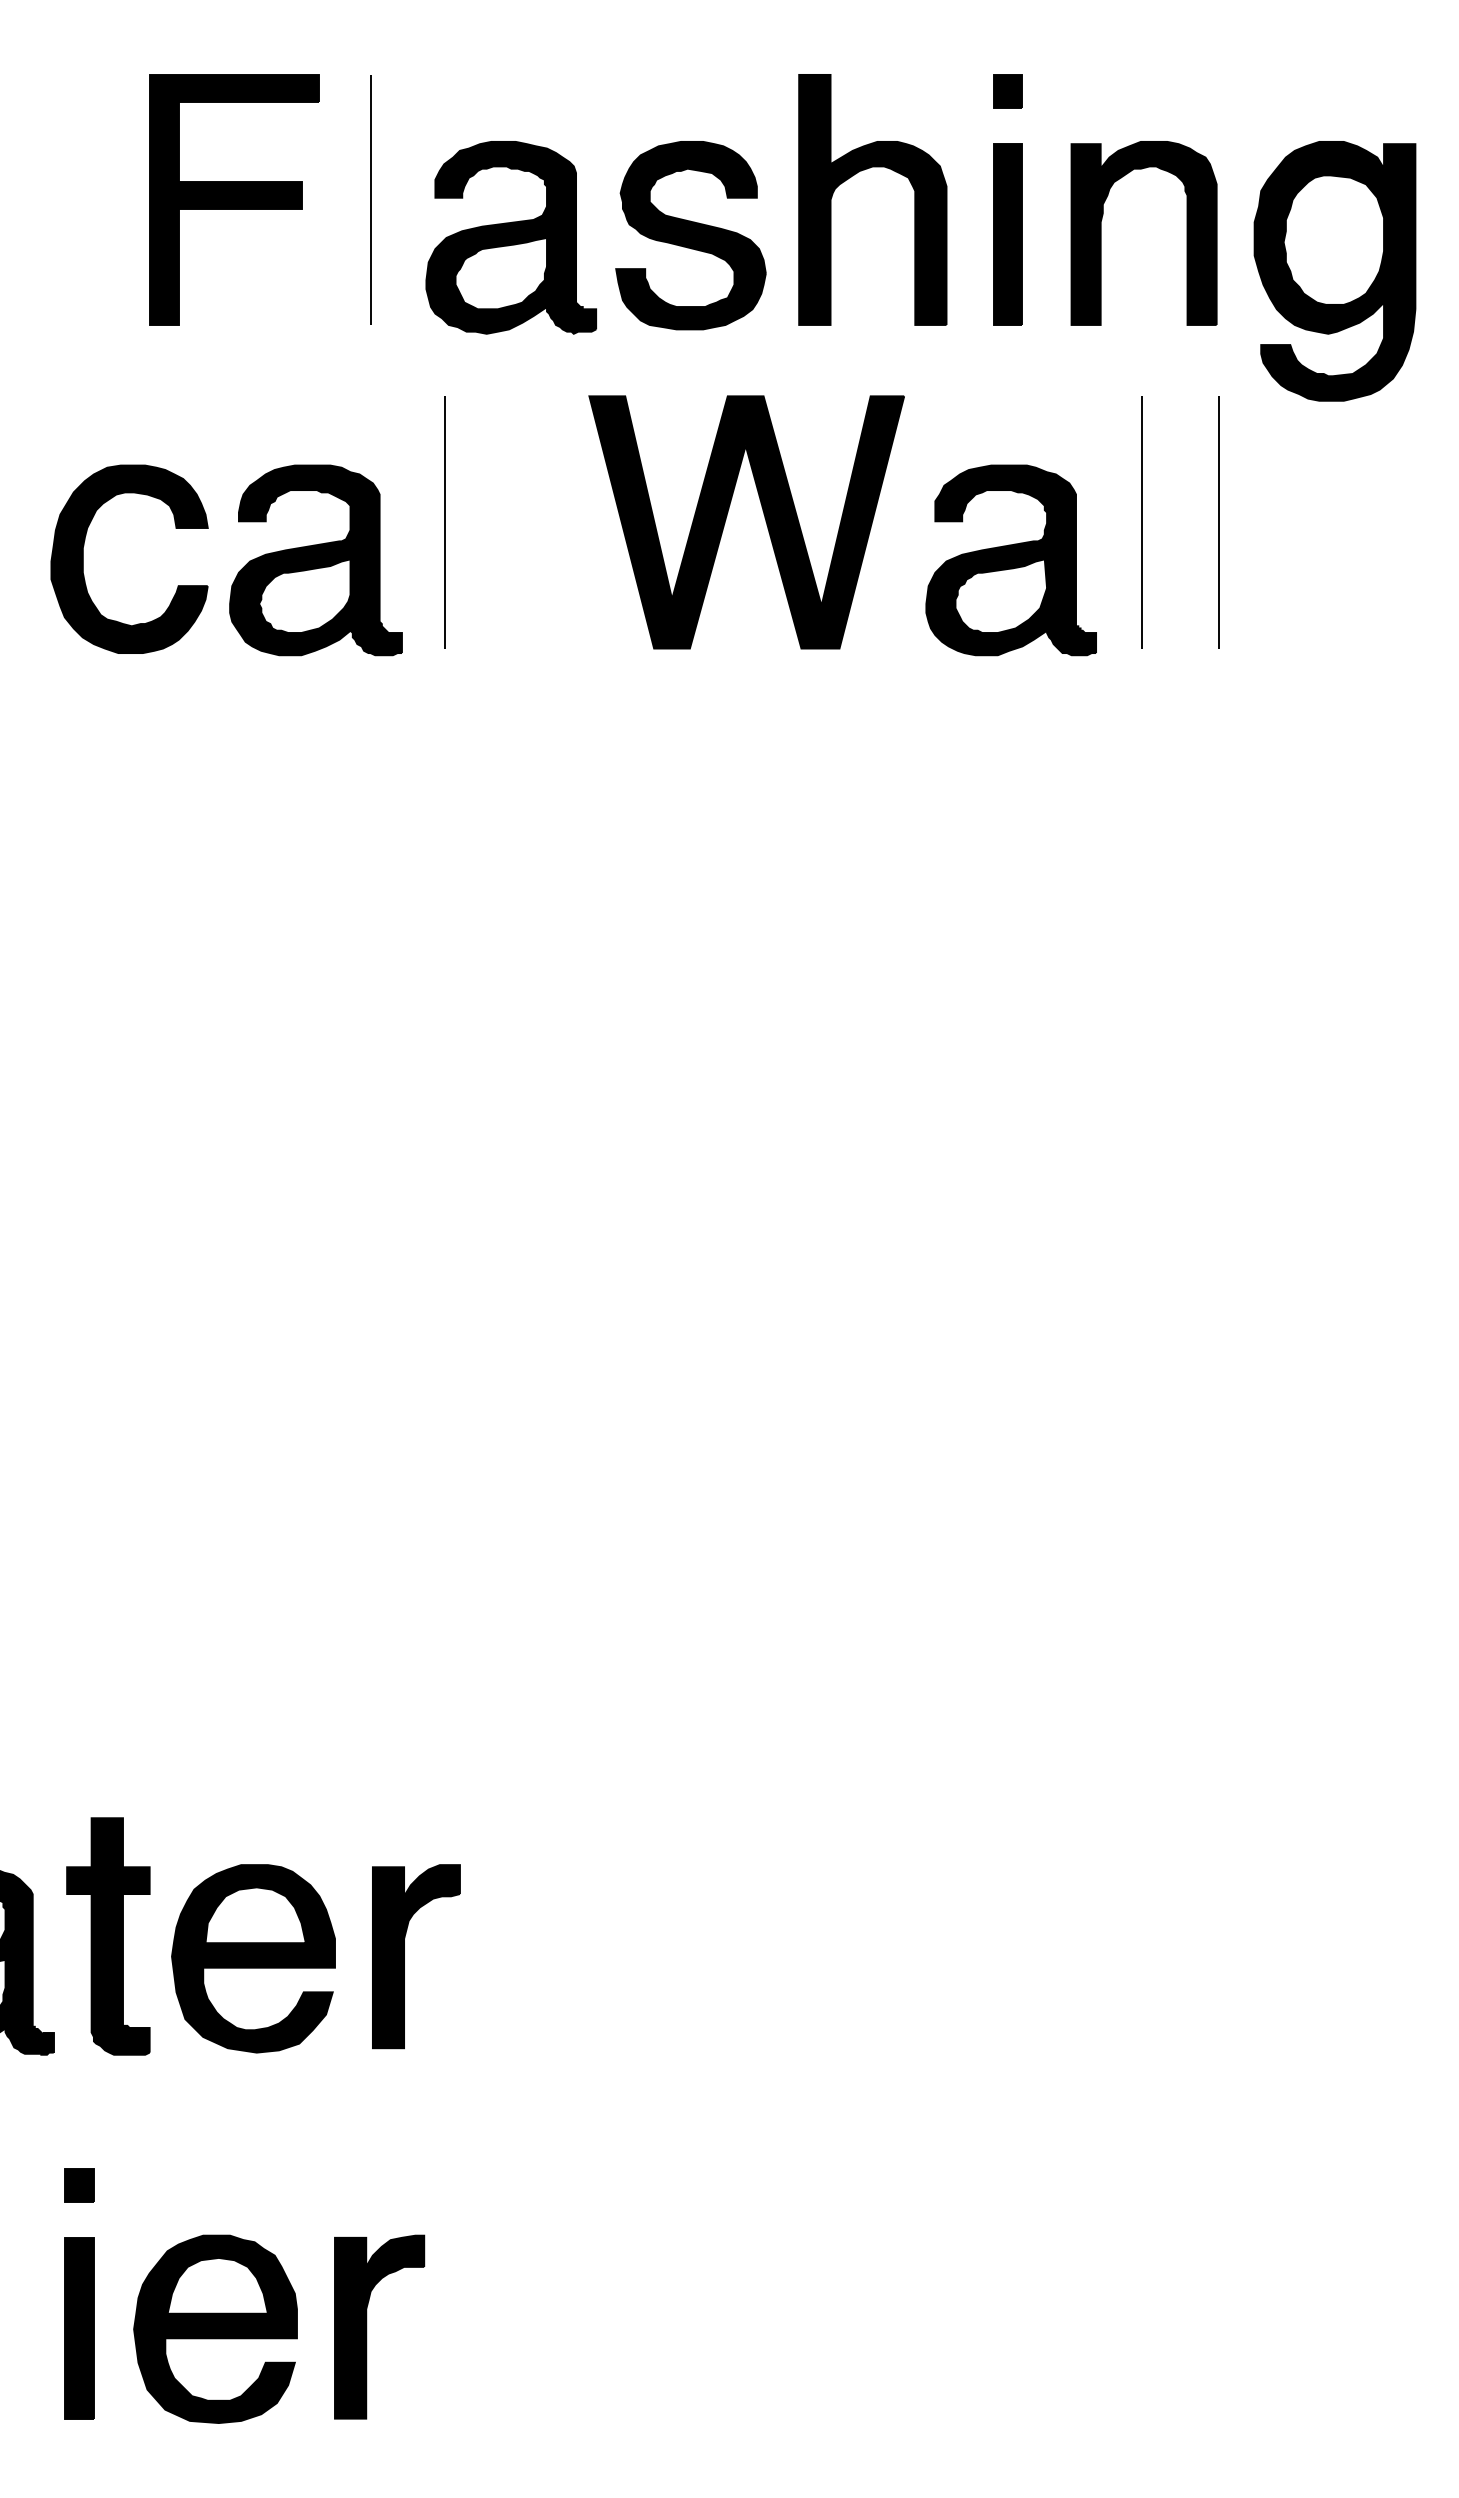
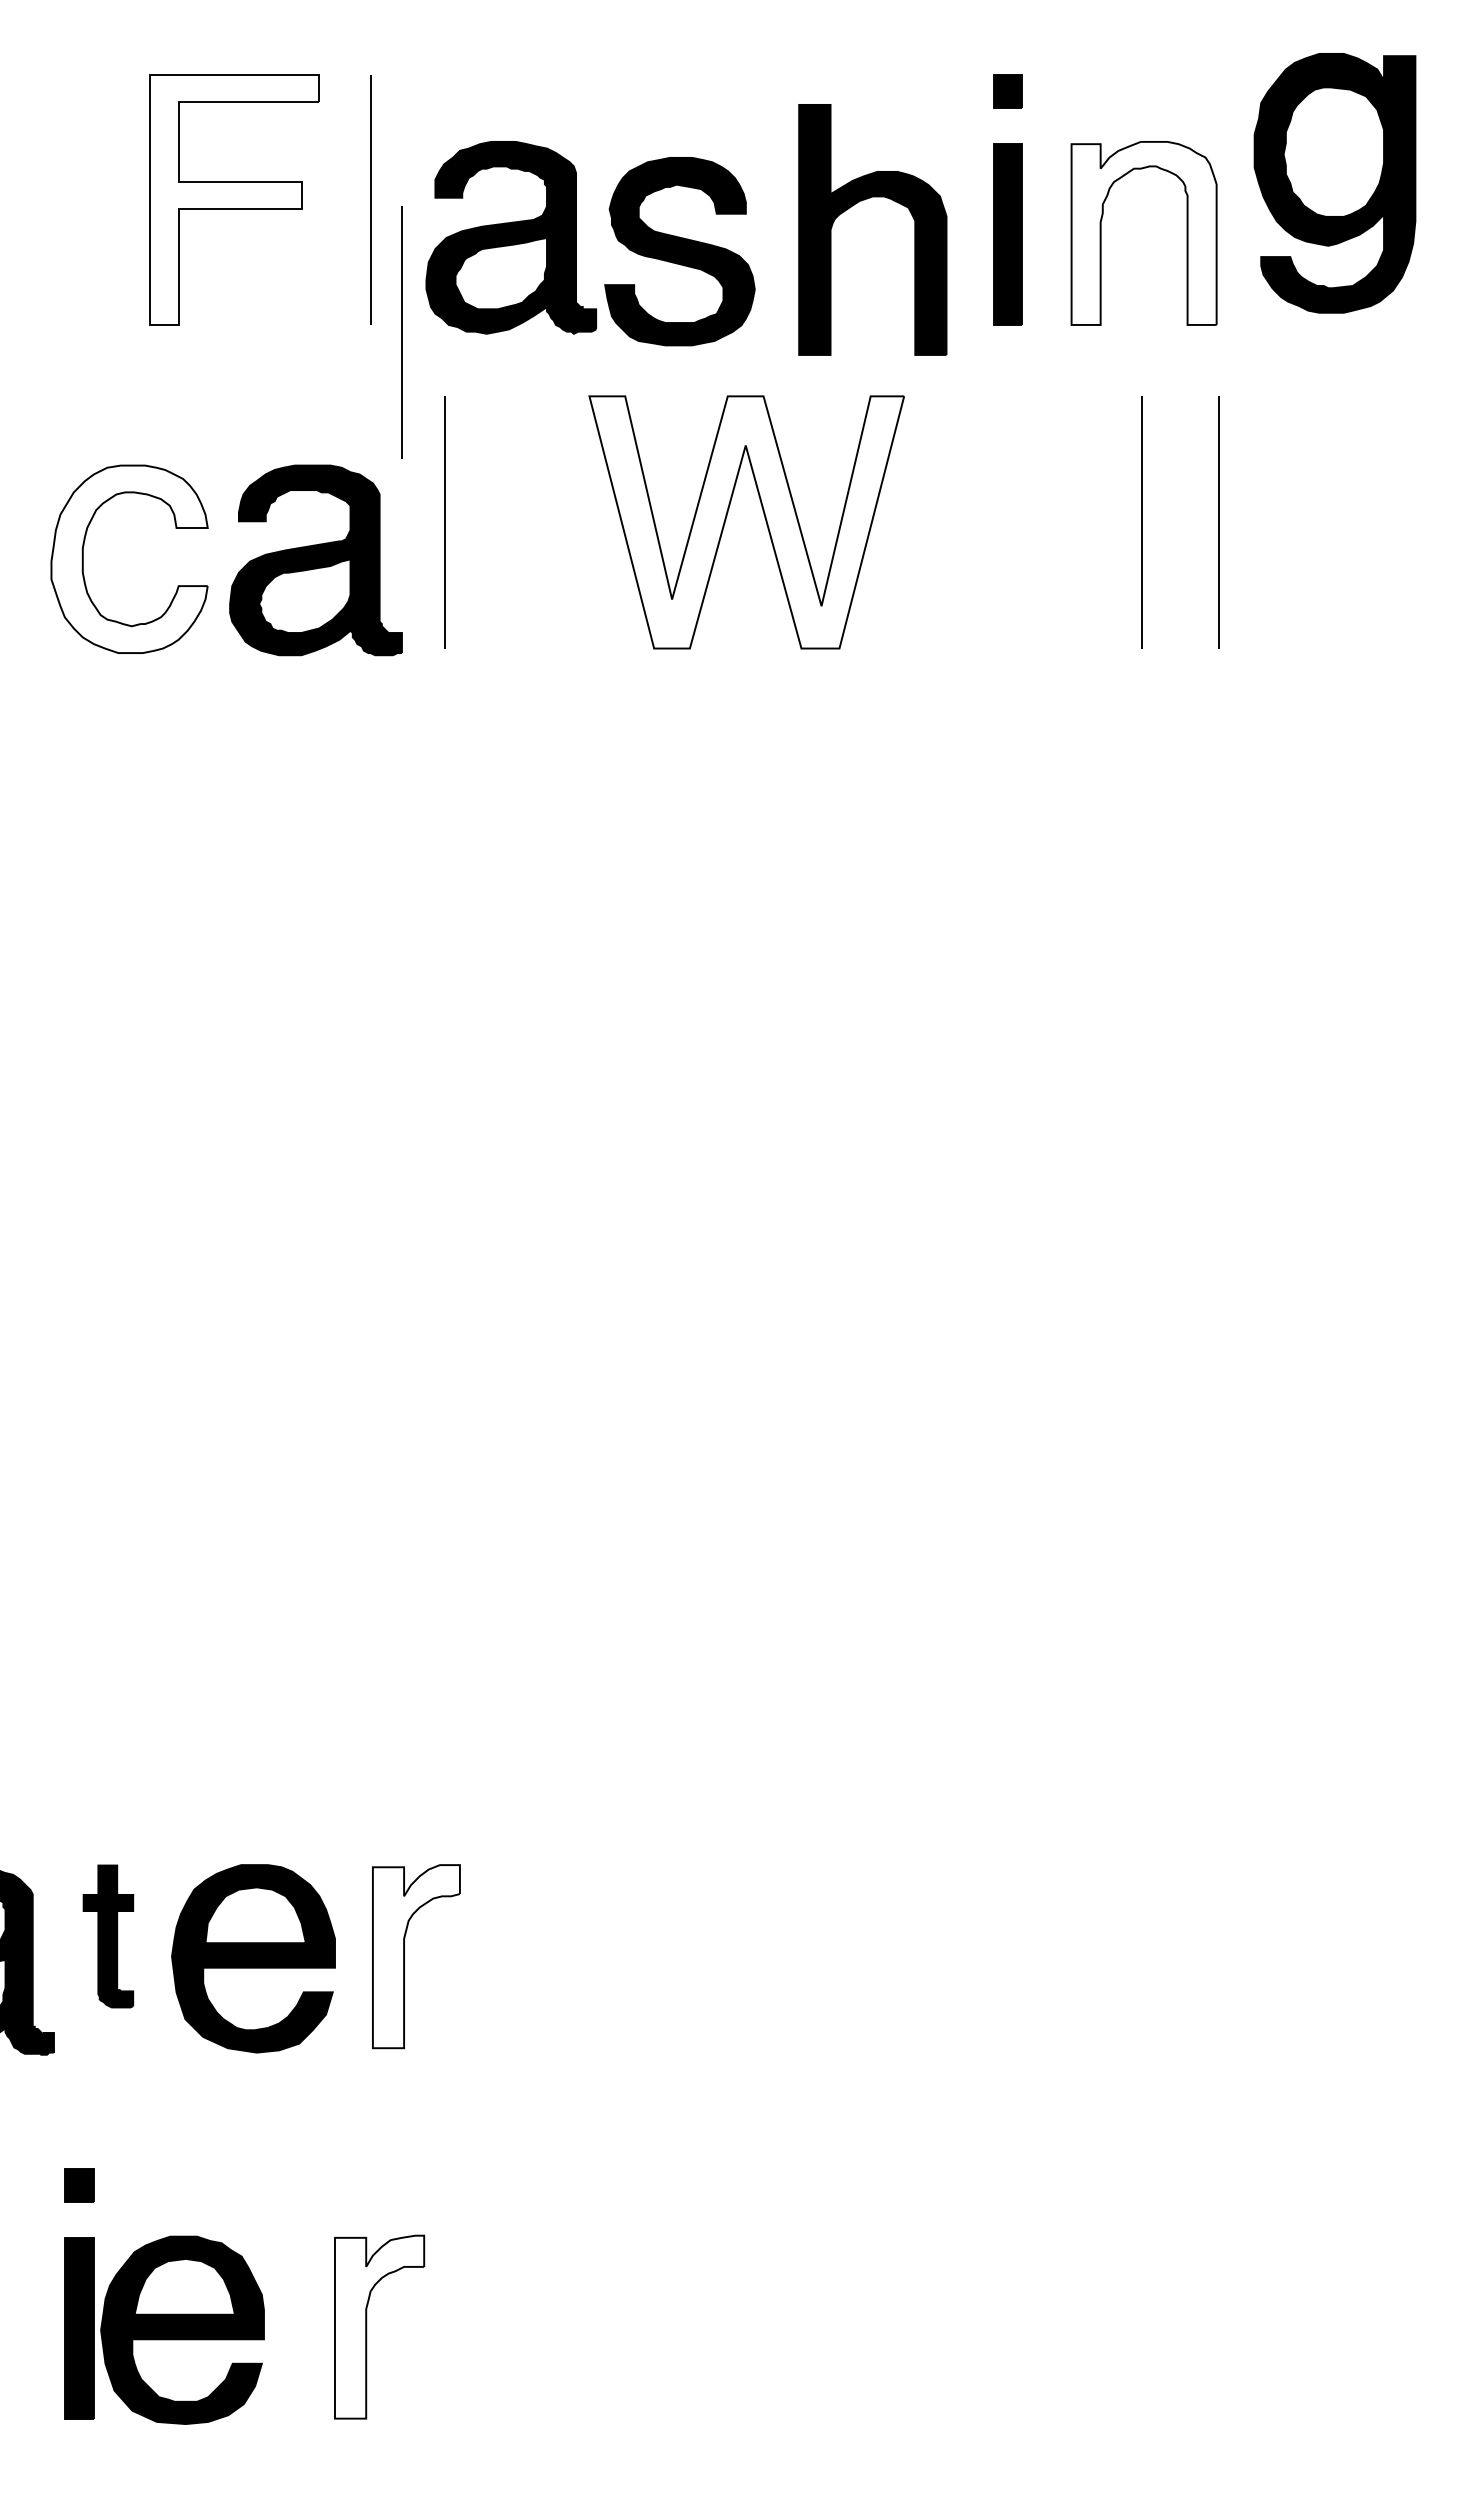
part at (856, 174) position: (856, 174) -> (856, 204)
fill at (234, 199): present -> none
fill at (1143, 232): present -> none
part at (690, 235) position: (690, 235) -> (679, 251)
part at (1334, 271) position: (1334, 271) -> (1334, 183)
line at (401, 332): none -> present
fill at (746, 522): present -> none
fill at (129, 559): present -> none
part at (1010, 560): present -> none
part at (108, 1936) size: 85x239 px -> 53x145 px
fill at (415, 1956): present -> none
fill at (379, 2326): present -> none
part at (215, 2328) position: (215, 2328) -> (182, 2329)
